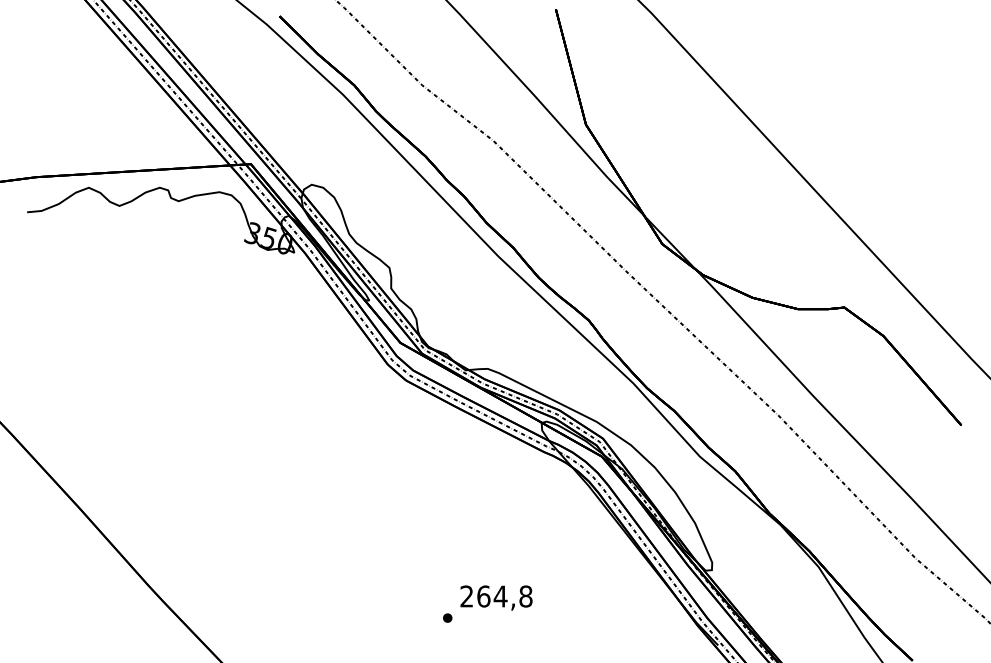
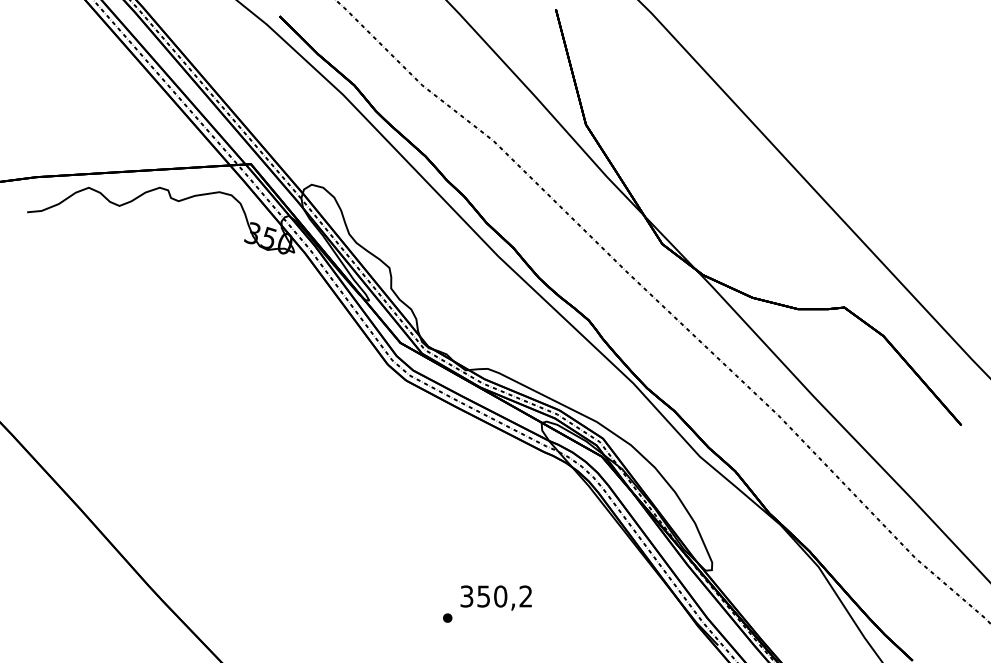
text at (496, 596): 264,8 -> 350,2
